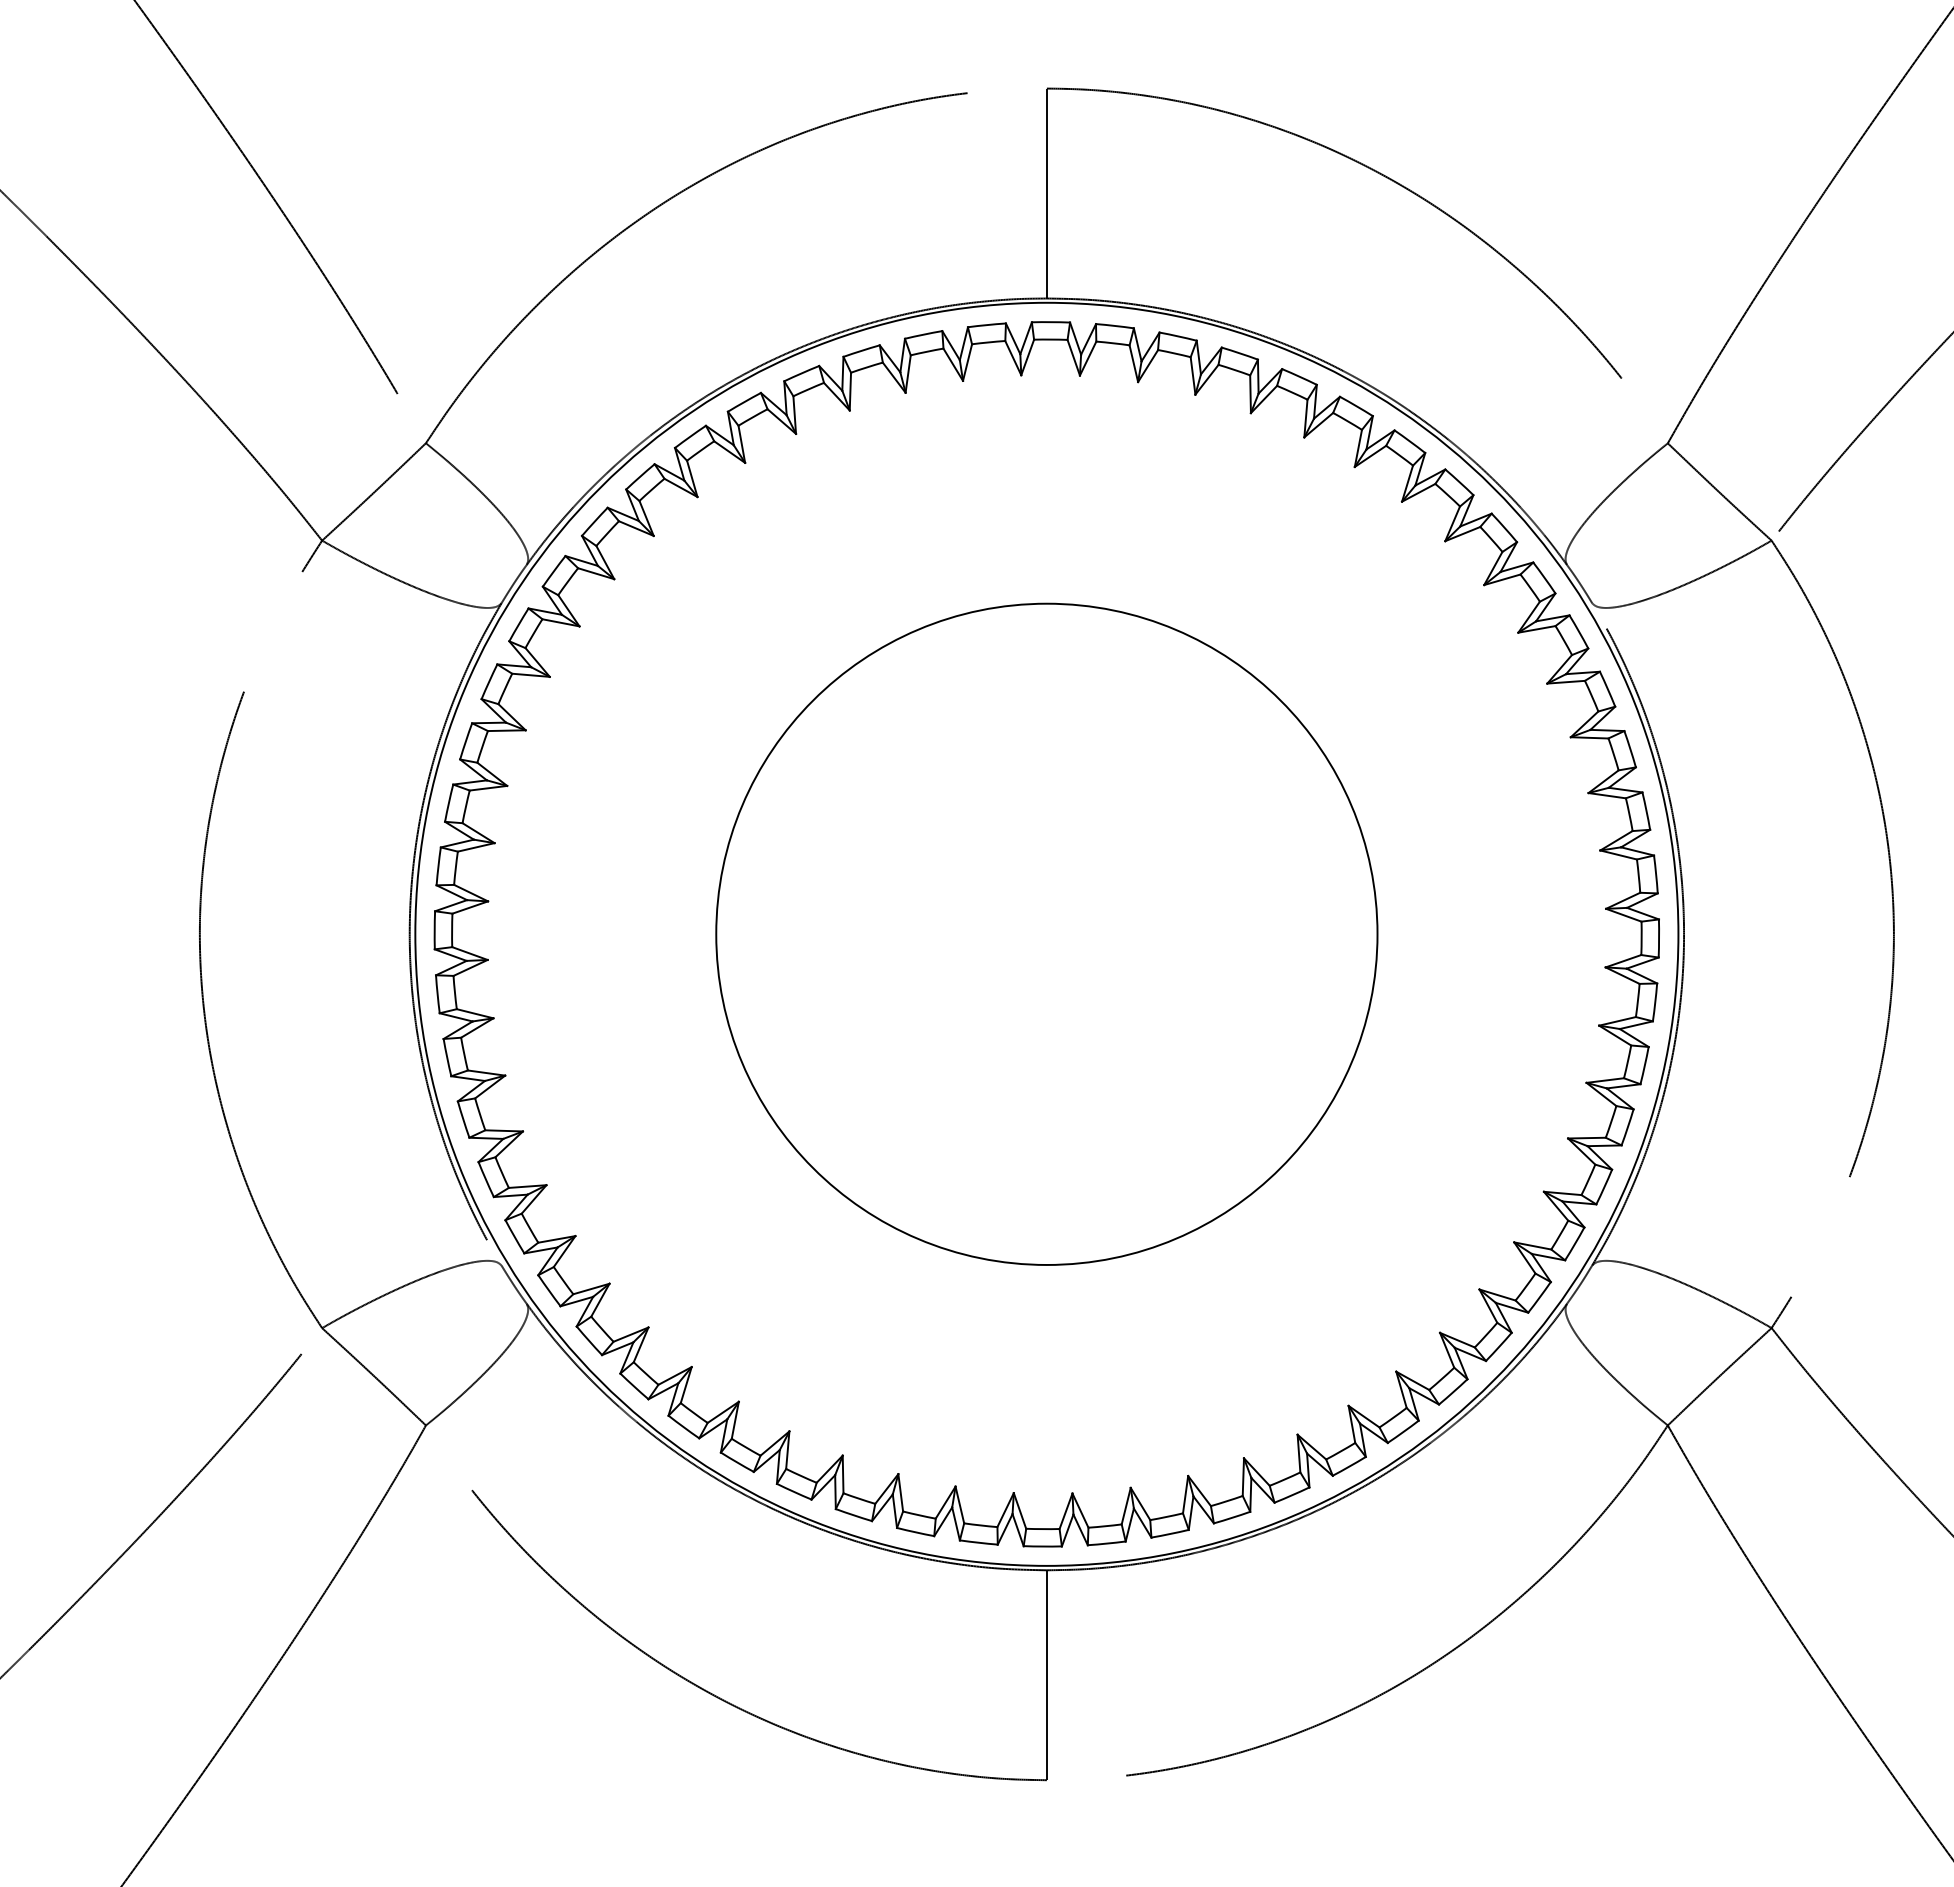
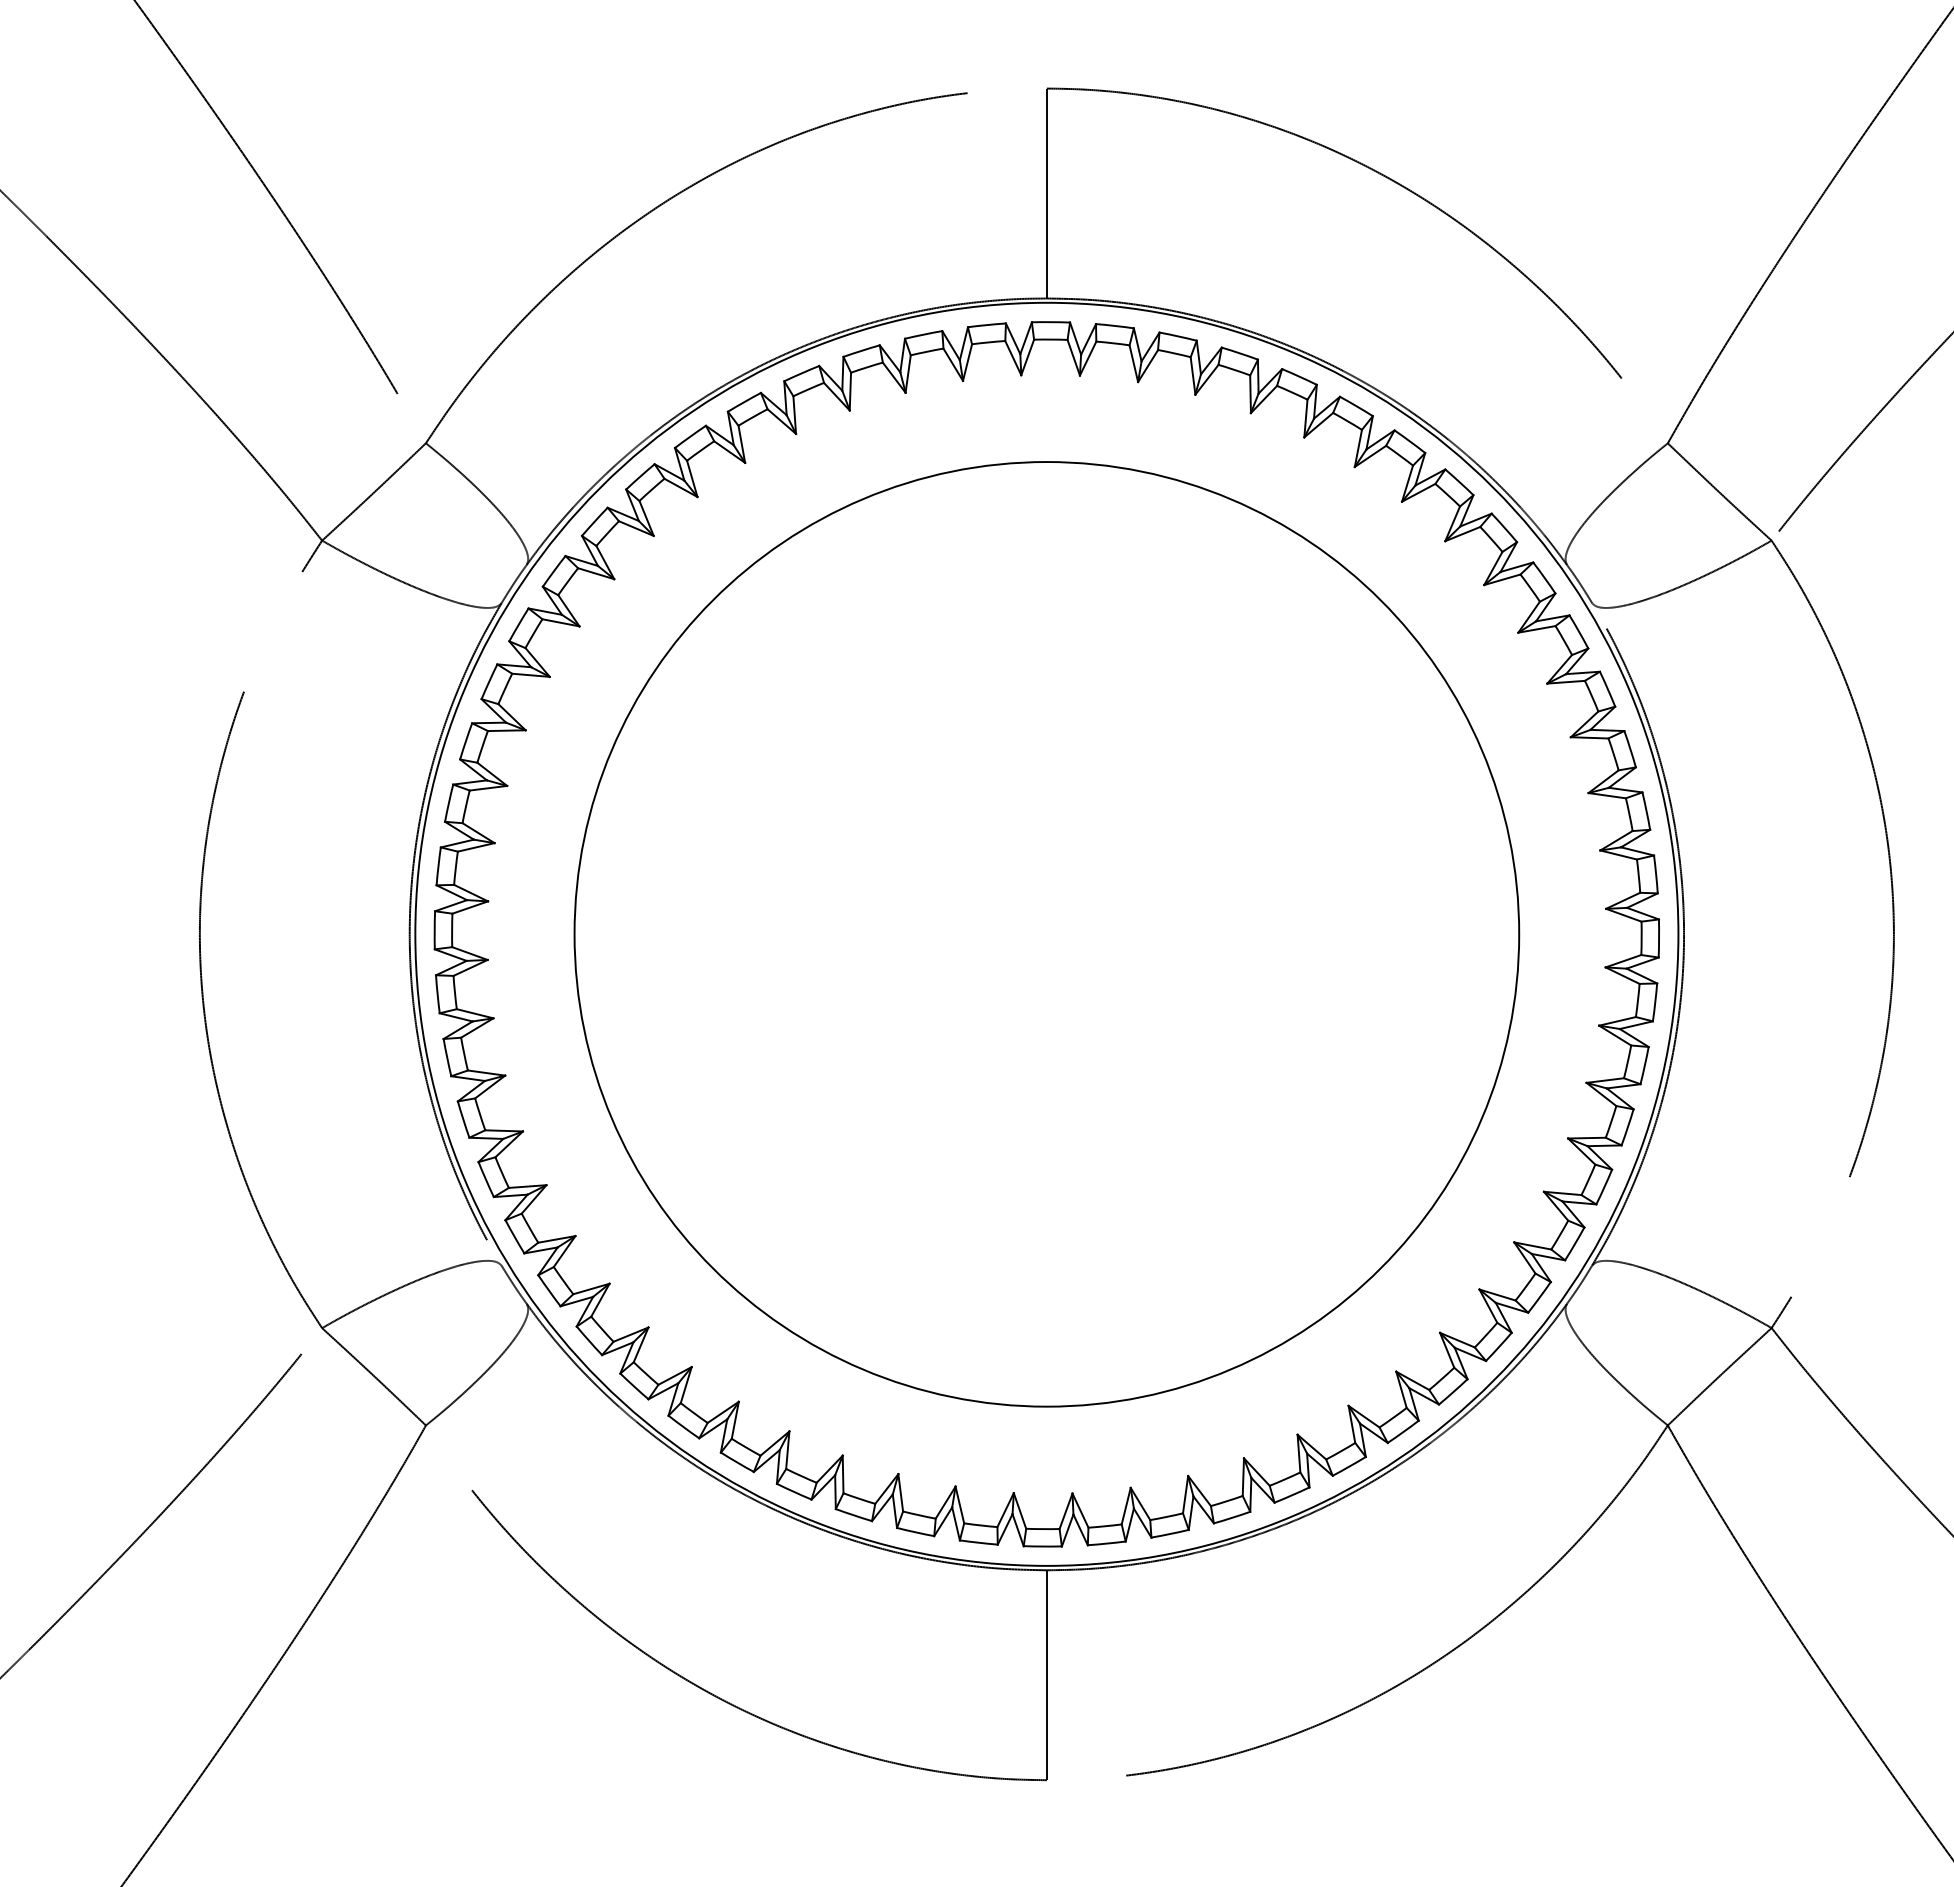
circle at (1046, 933) diameter: 661 px -> 945 px
